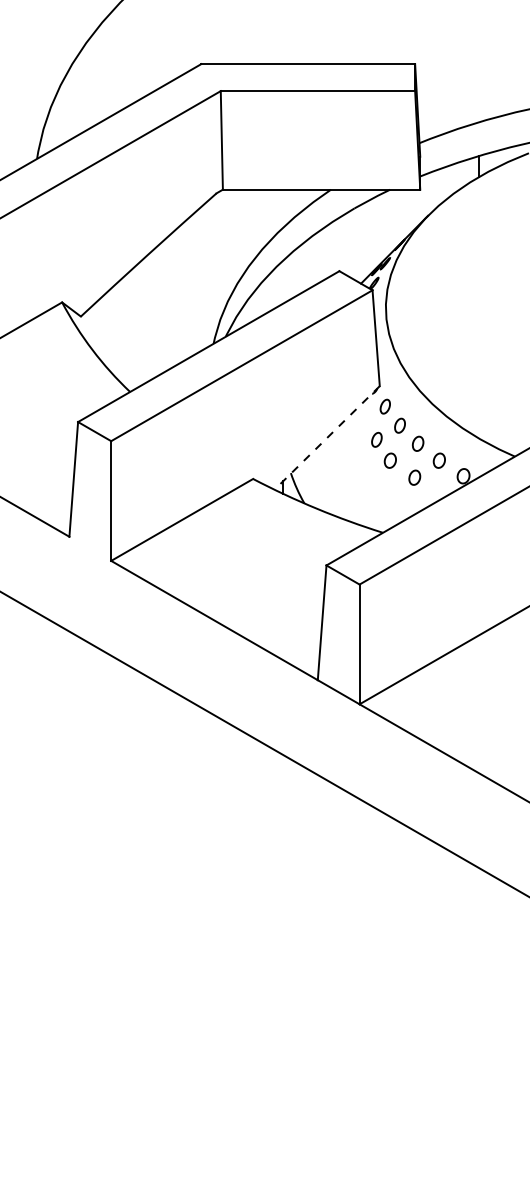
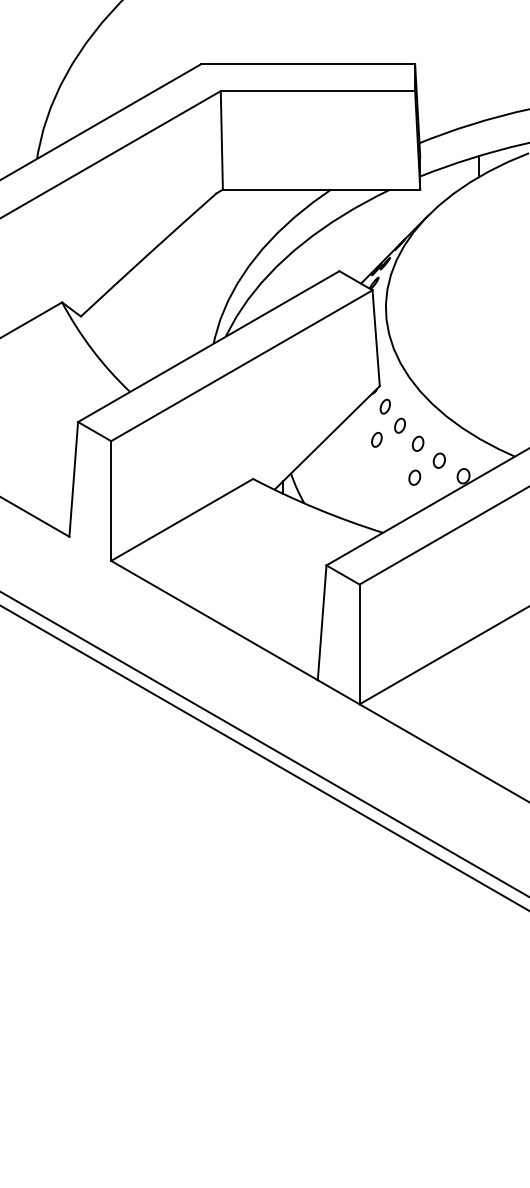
line at (327, 437): dashed -> solid
part at (389, 460): present -> none
line at (264, 757): none -> present
